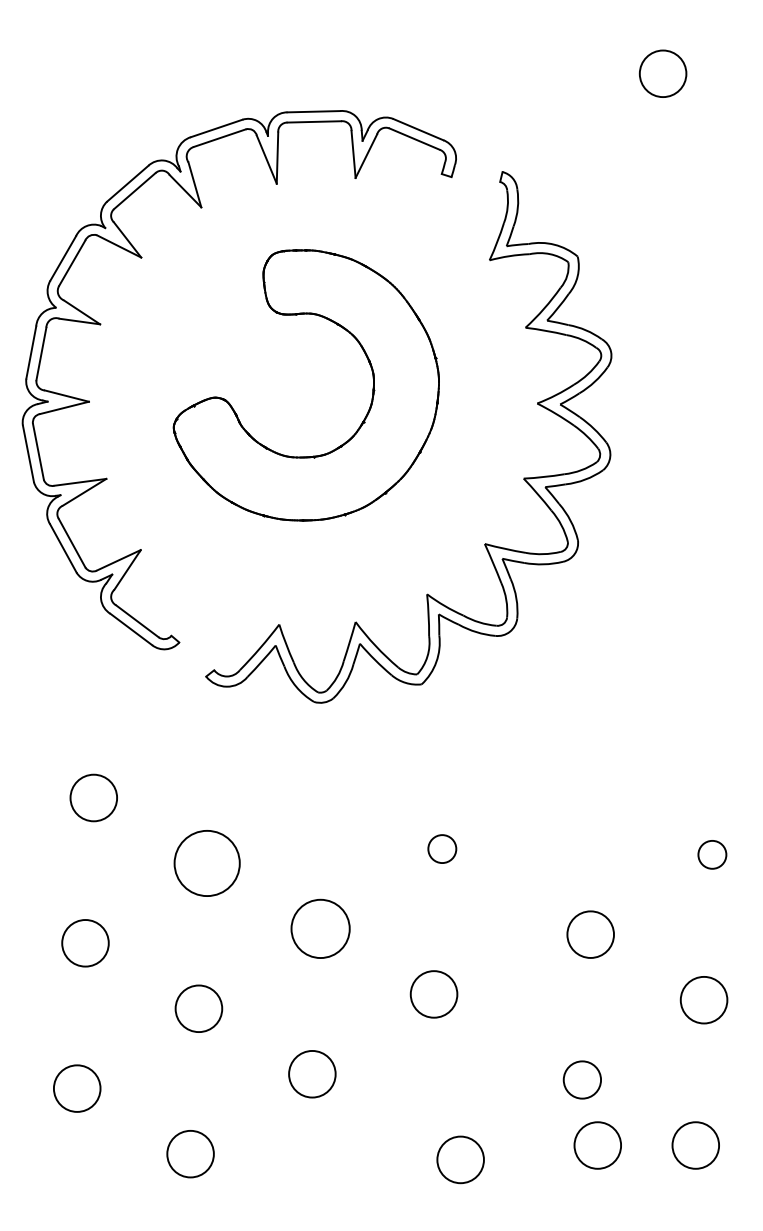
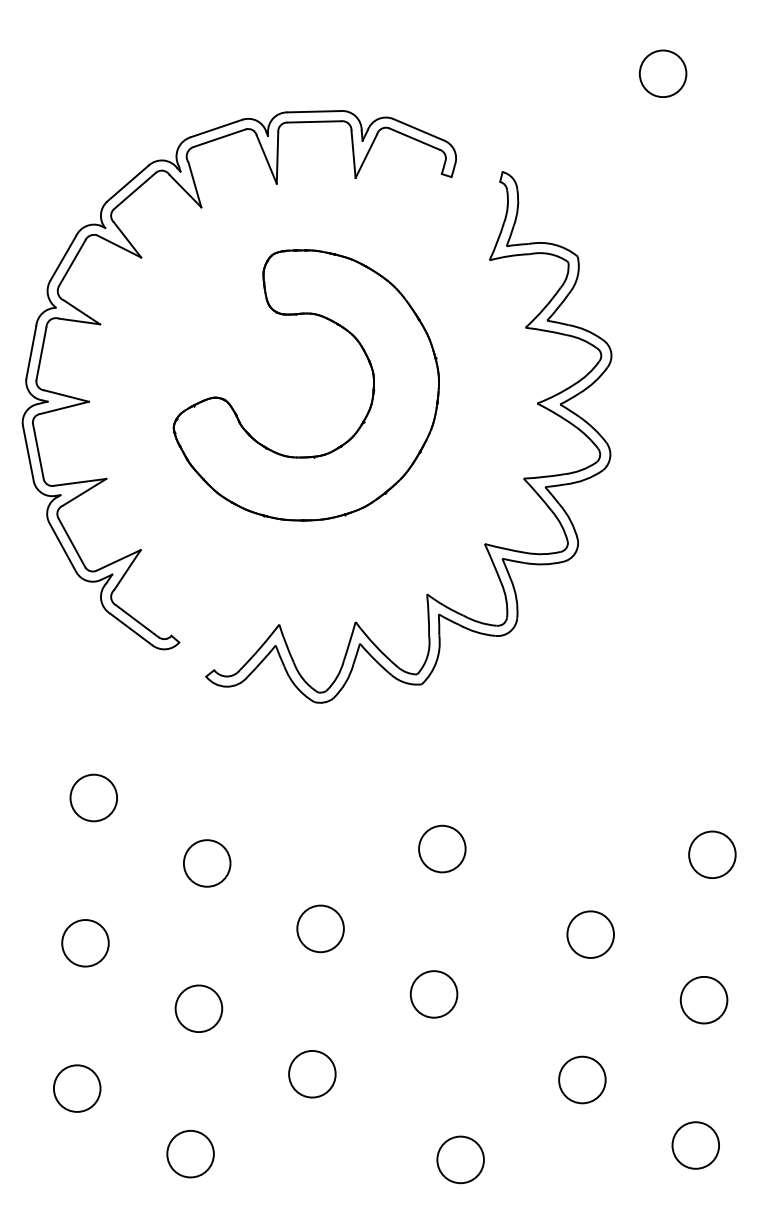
circle at (442, 849) diameter: 28 px -> 47 px
circle at (712, 854) diameter: 28 px -> 47 px
circle at (206, 863) diameter: 65 px -> 47 px
circle at (320, 928) diameter: 58 px -> 47 px
circle at (581, 1079) size: 40x40 px -> 49x50 px
circle at (597, 1145): present -> none
